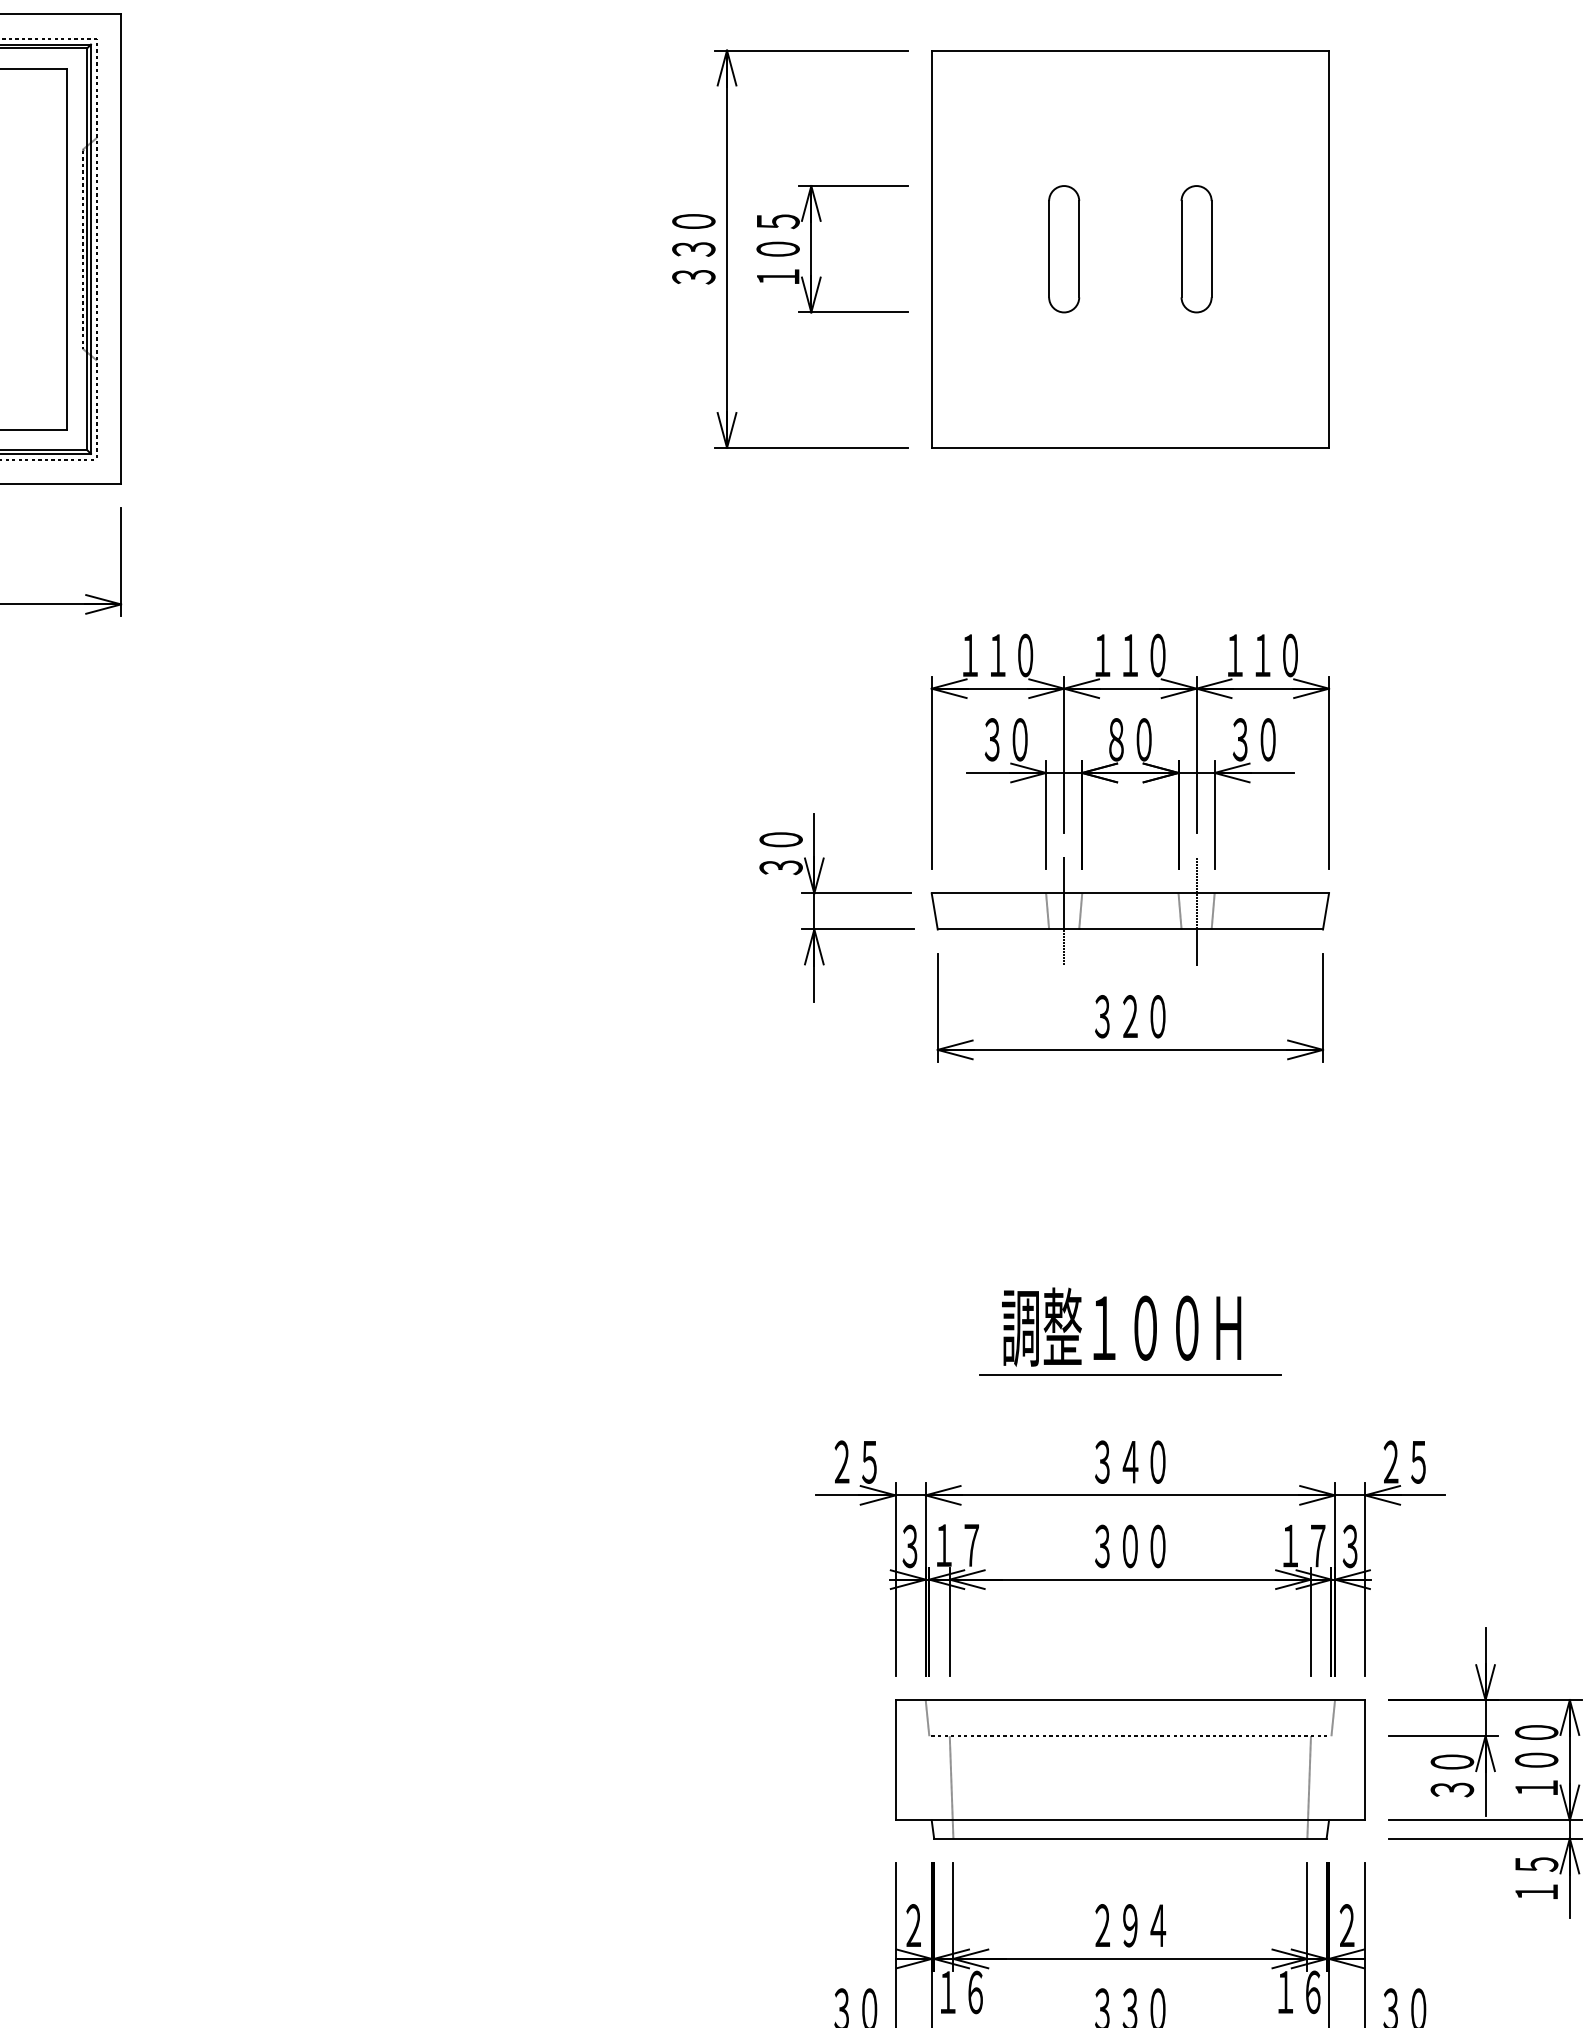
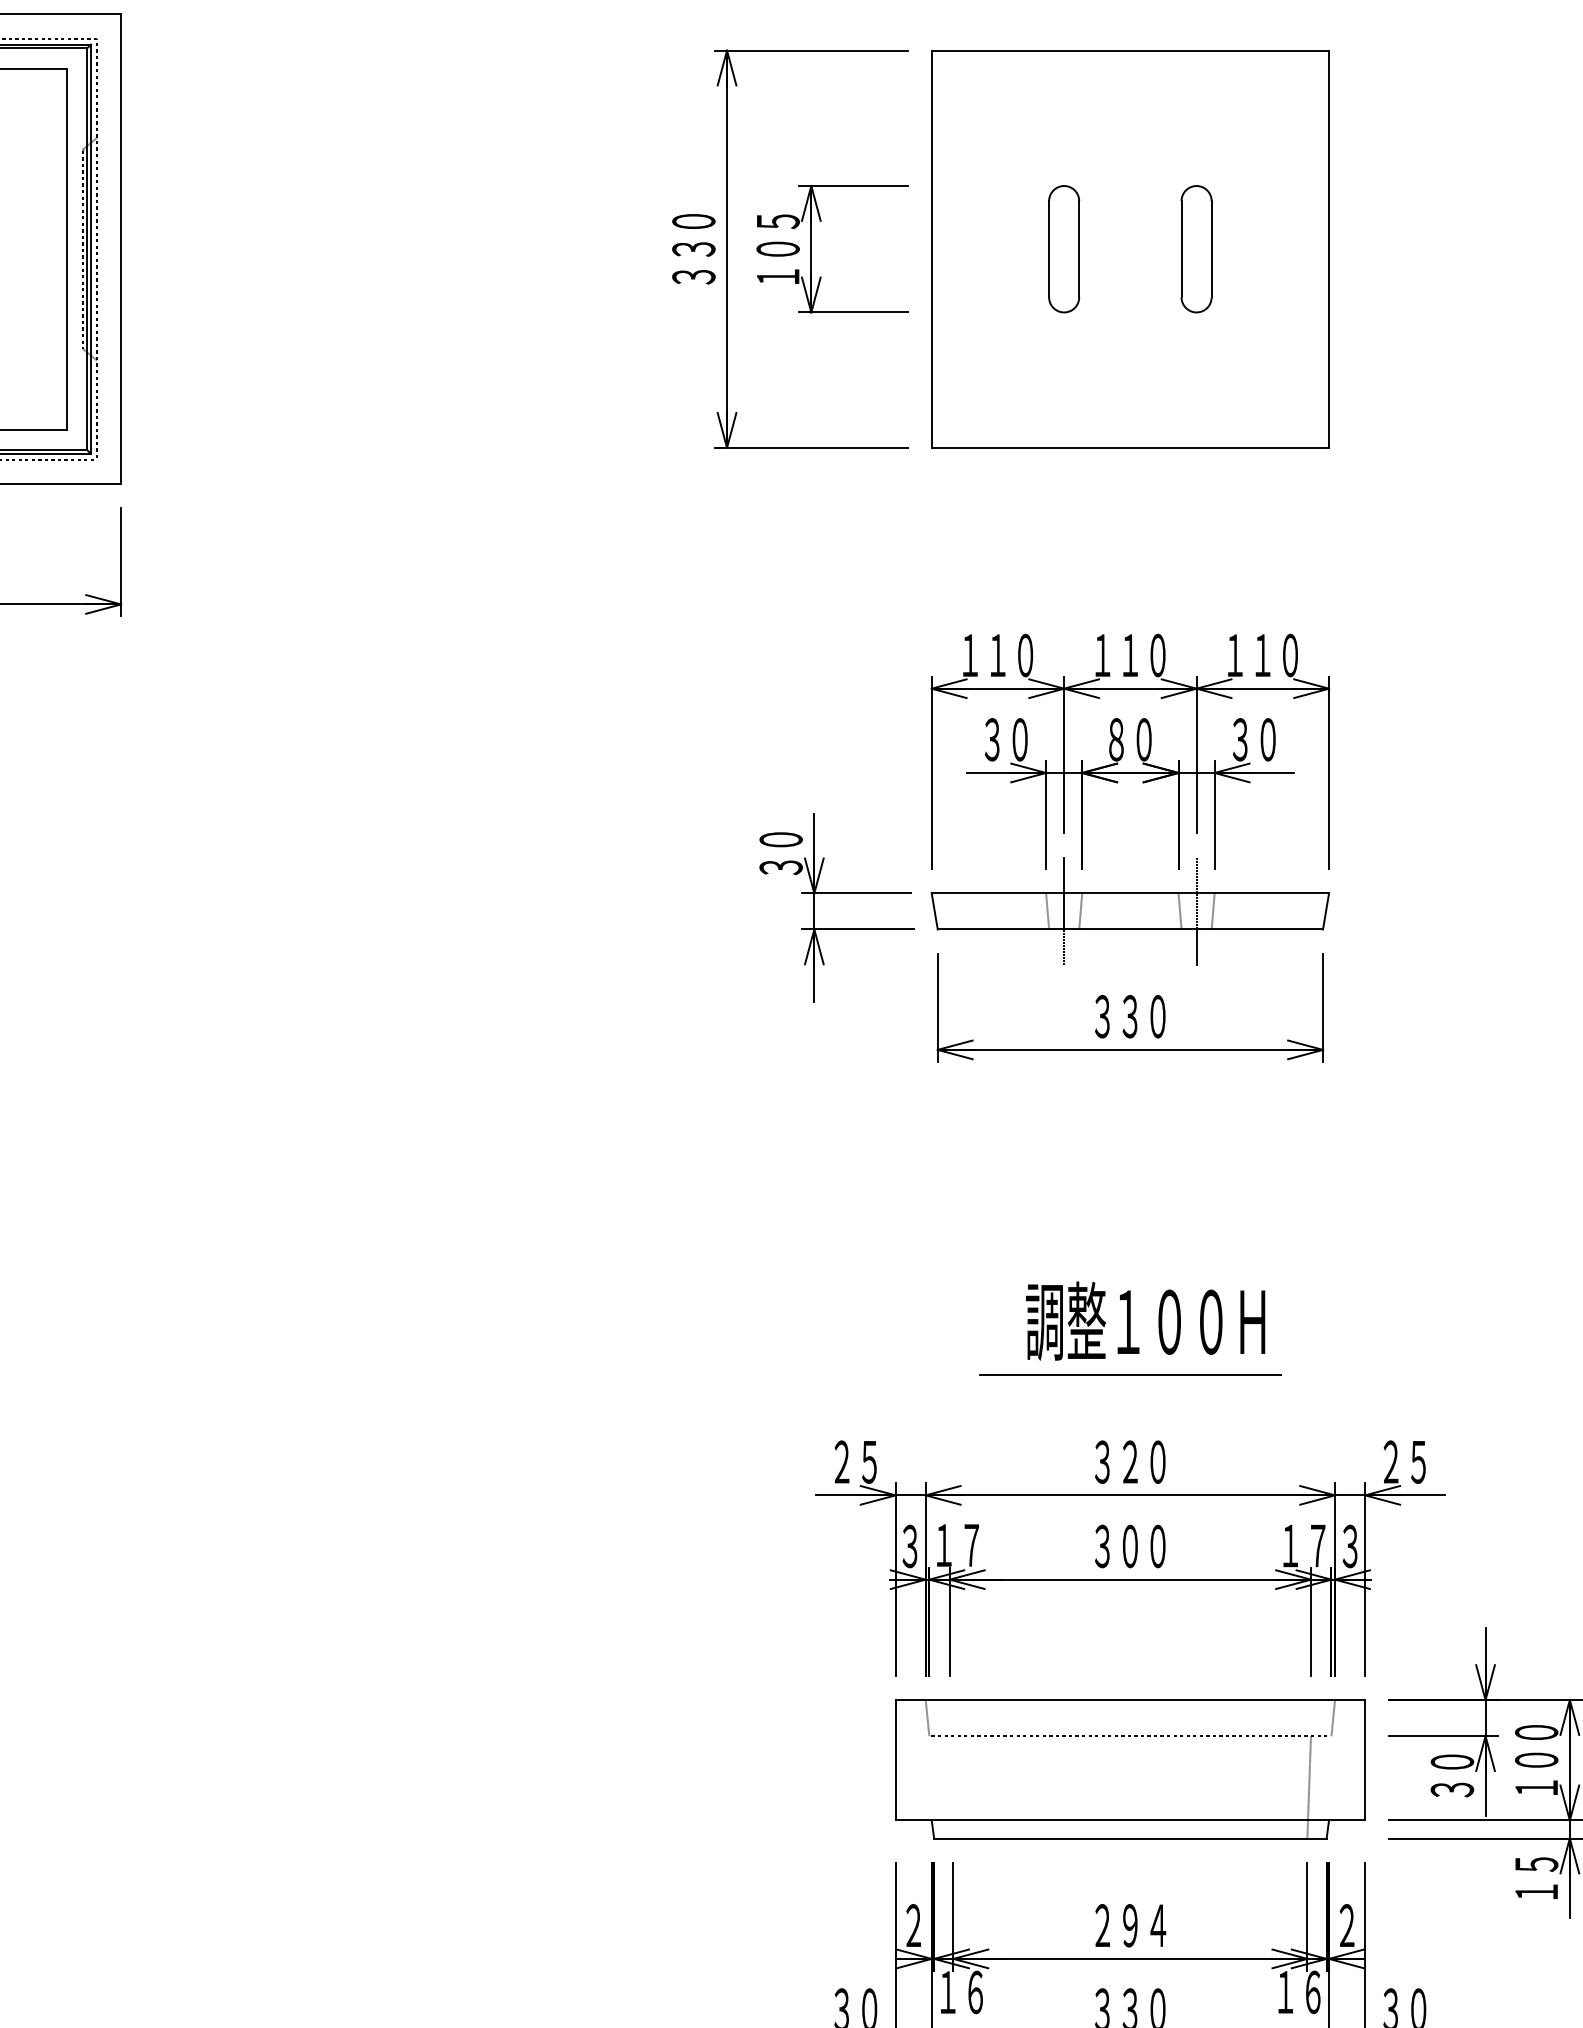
text at (1129, 1016): ３２０ -> ３３０
text at (1121, 1326) position: (1121, 1326) -> (1145, 1320)
text at (1130, 1461): ３４０ -> ３２０
line at (951, 1787): present -> none
